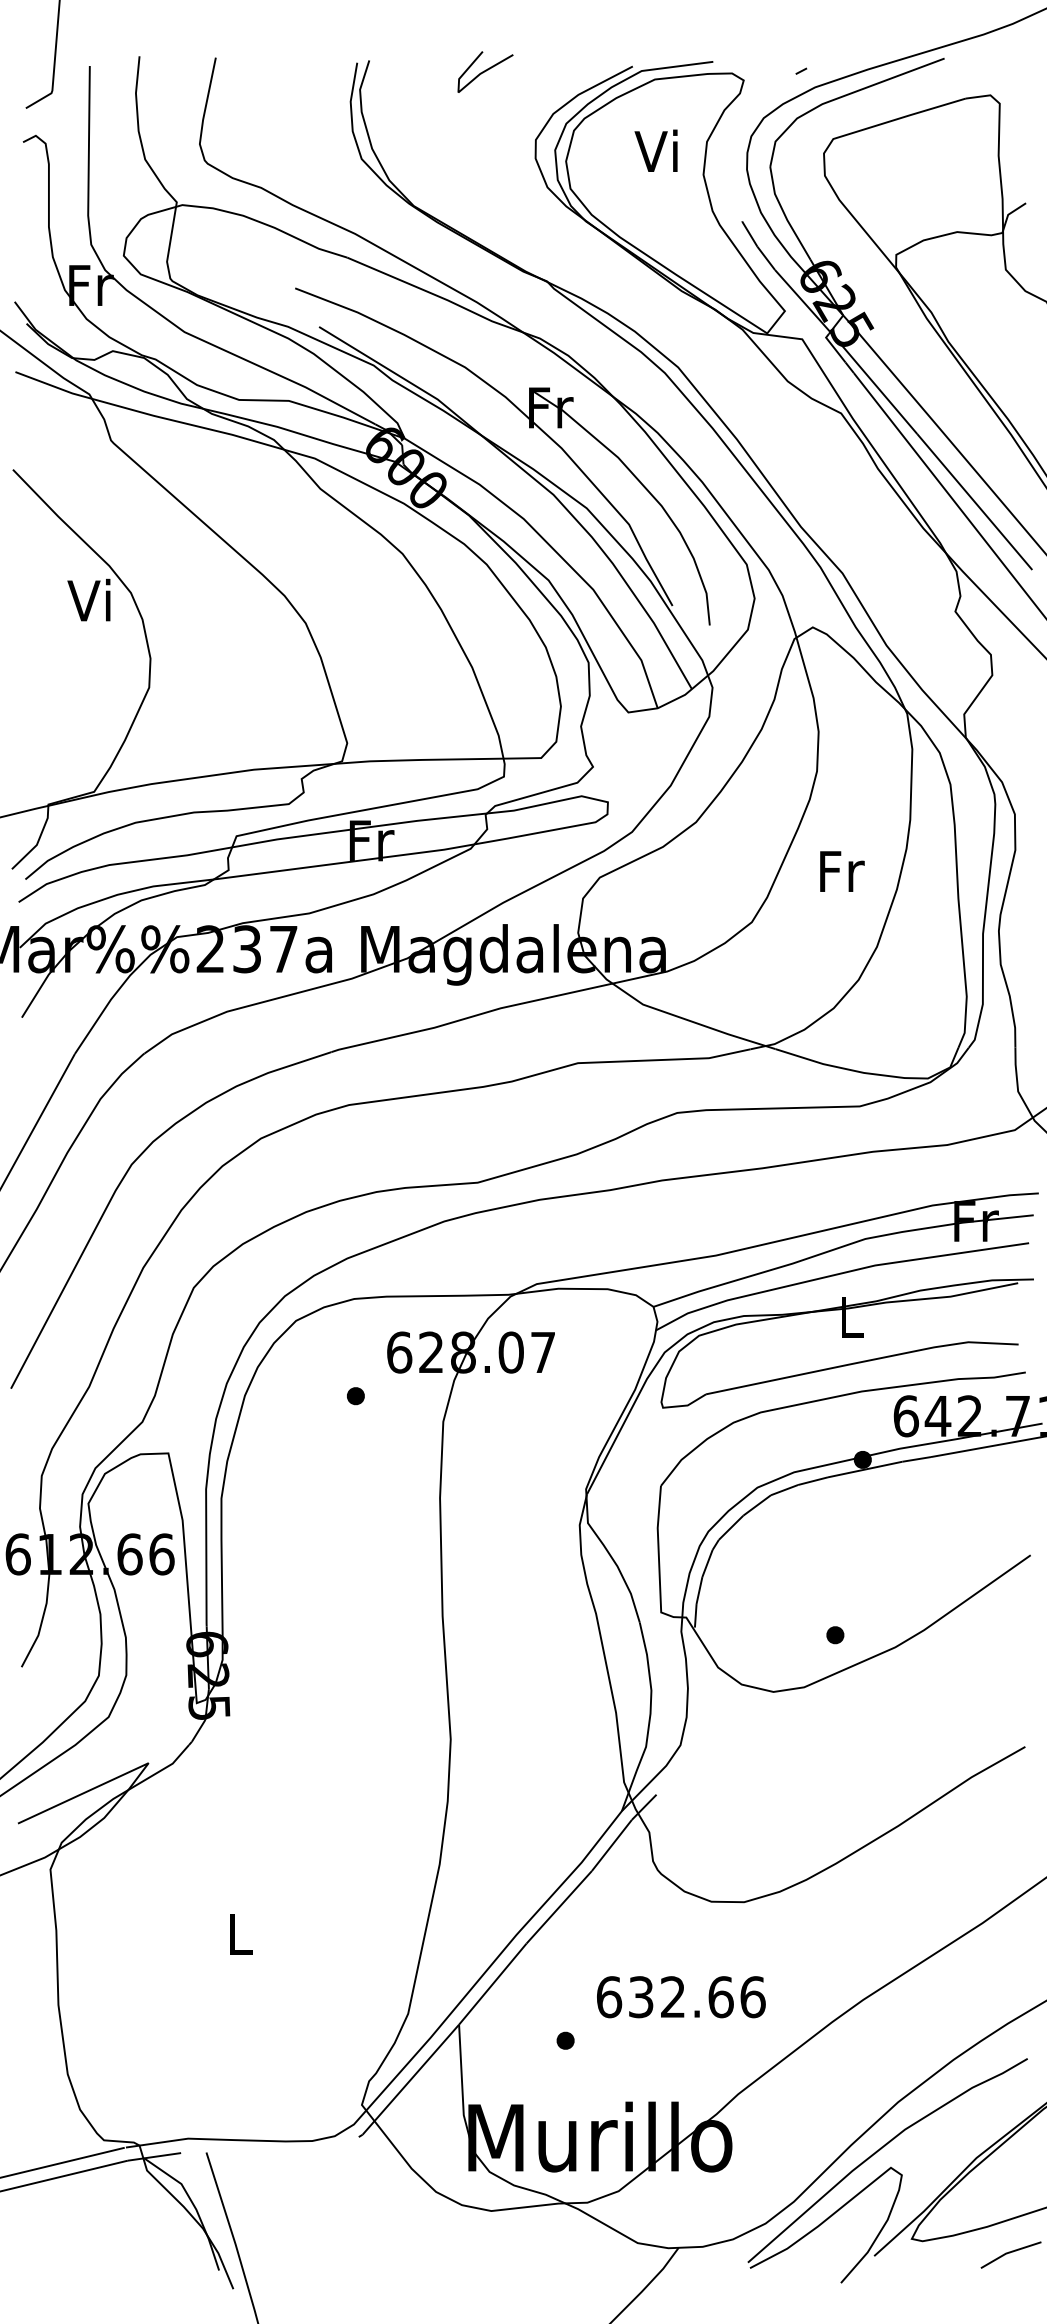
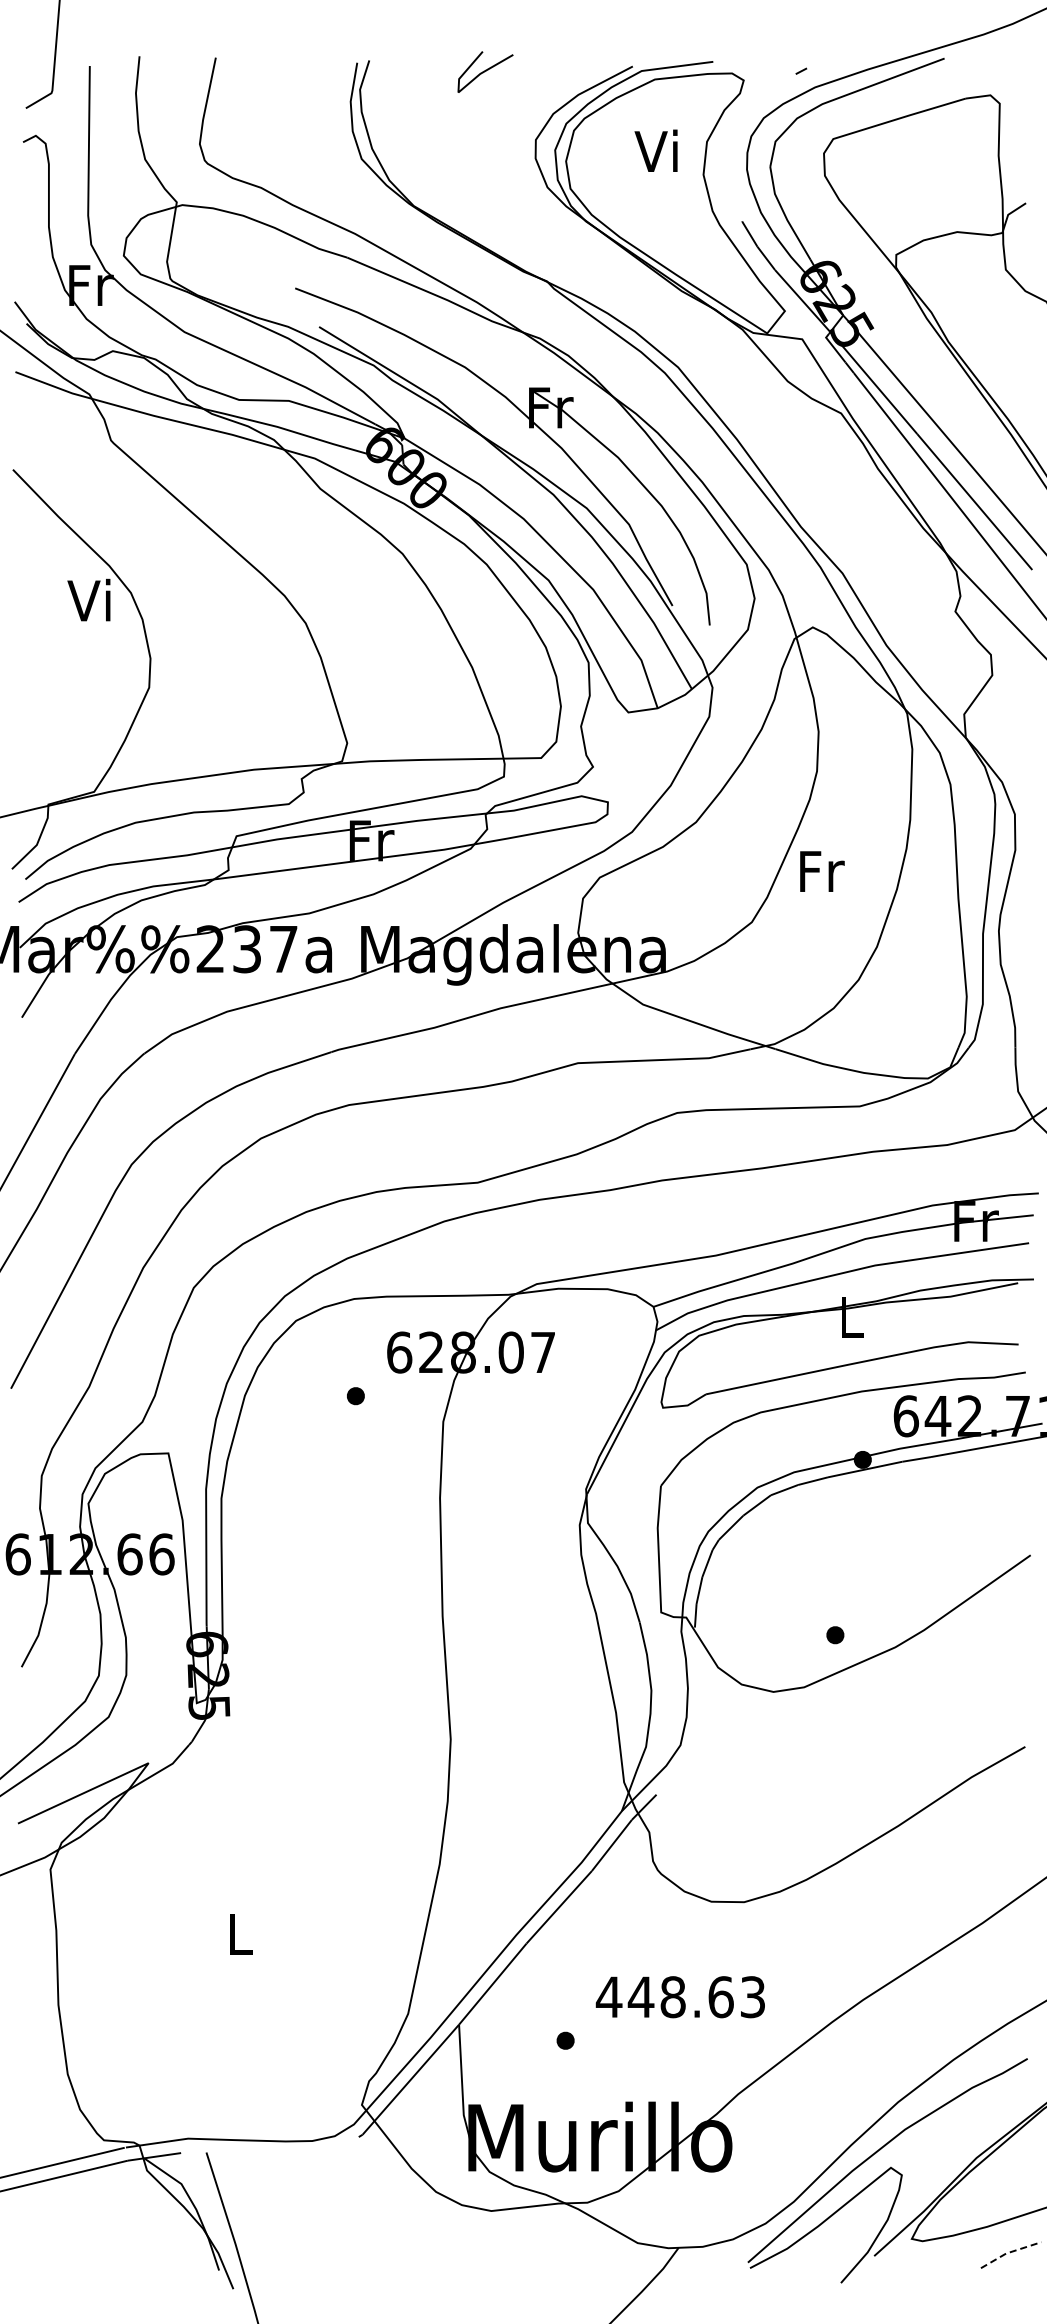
text at (842, 871) position: (842, 871) -> (822, 871)
text at (680, 1997): 632.66 -> 448.63
line at (1009, 2252): solid -> dashed
